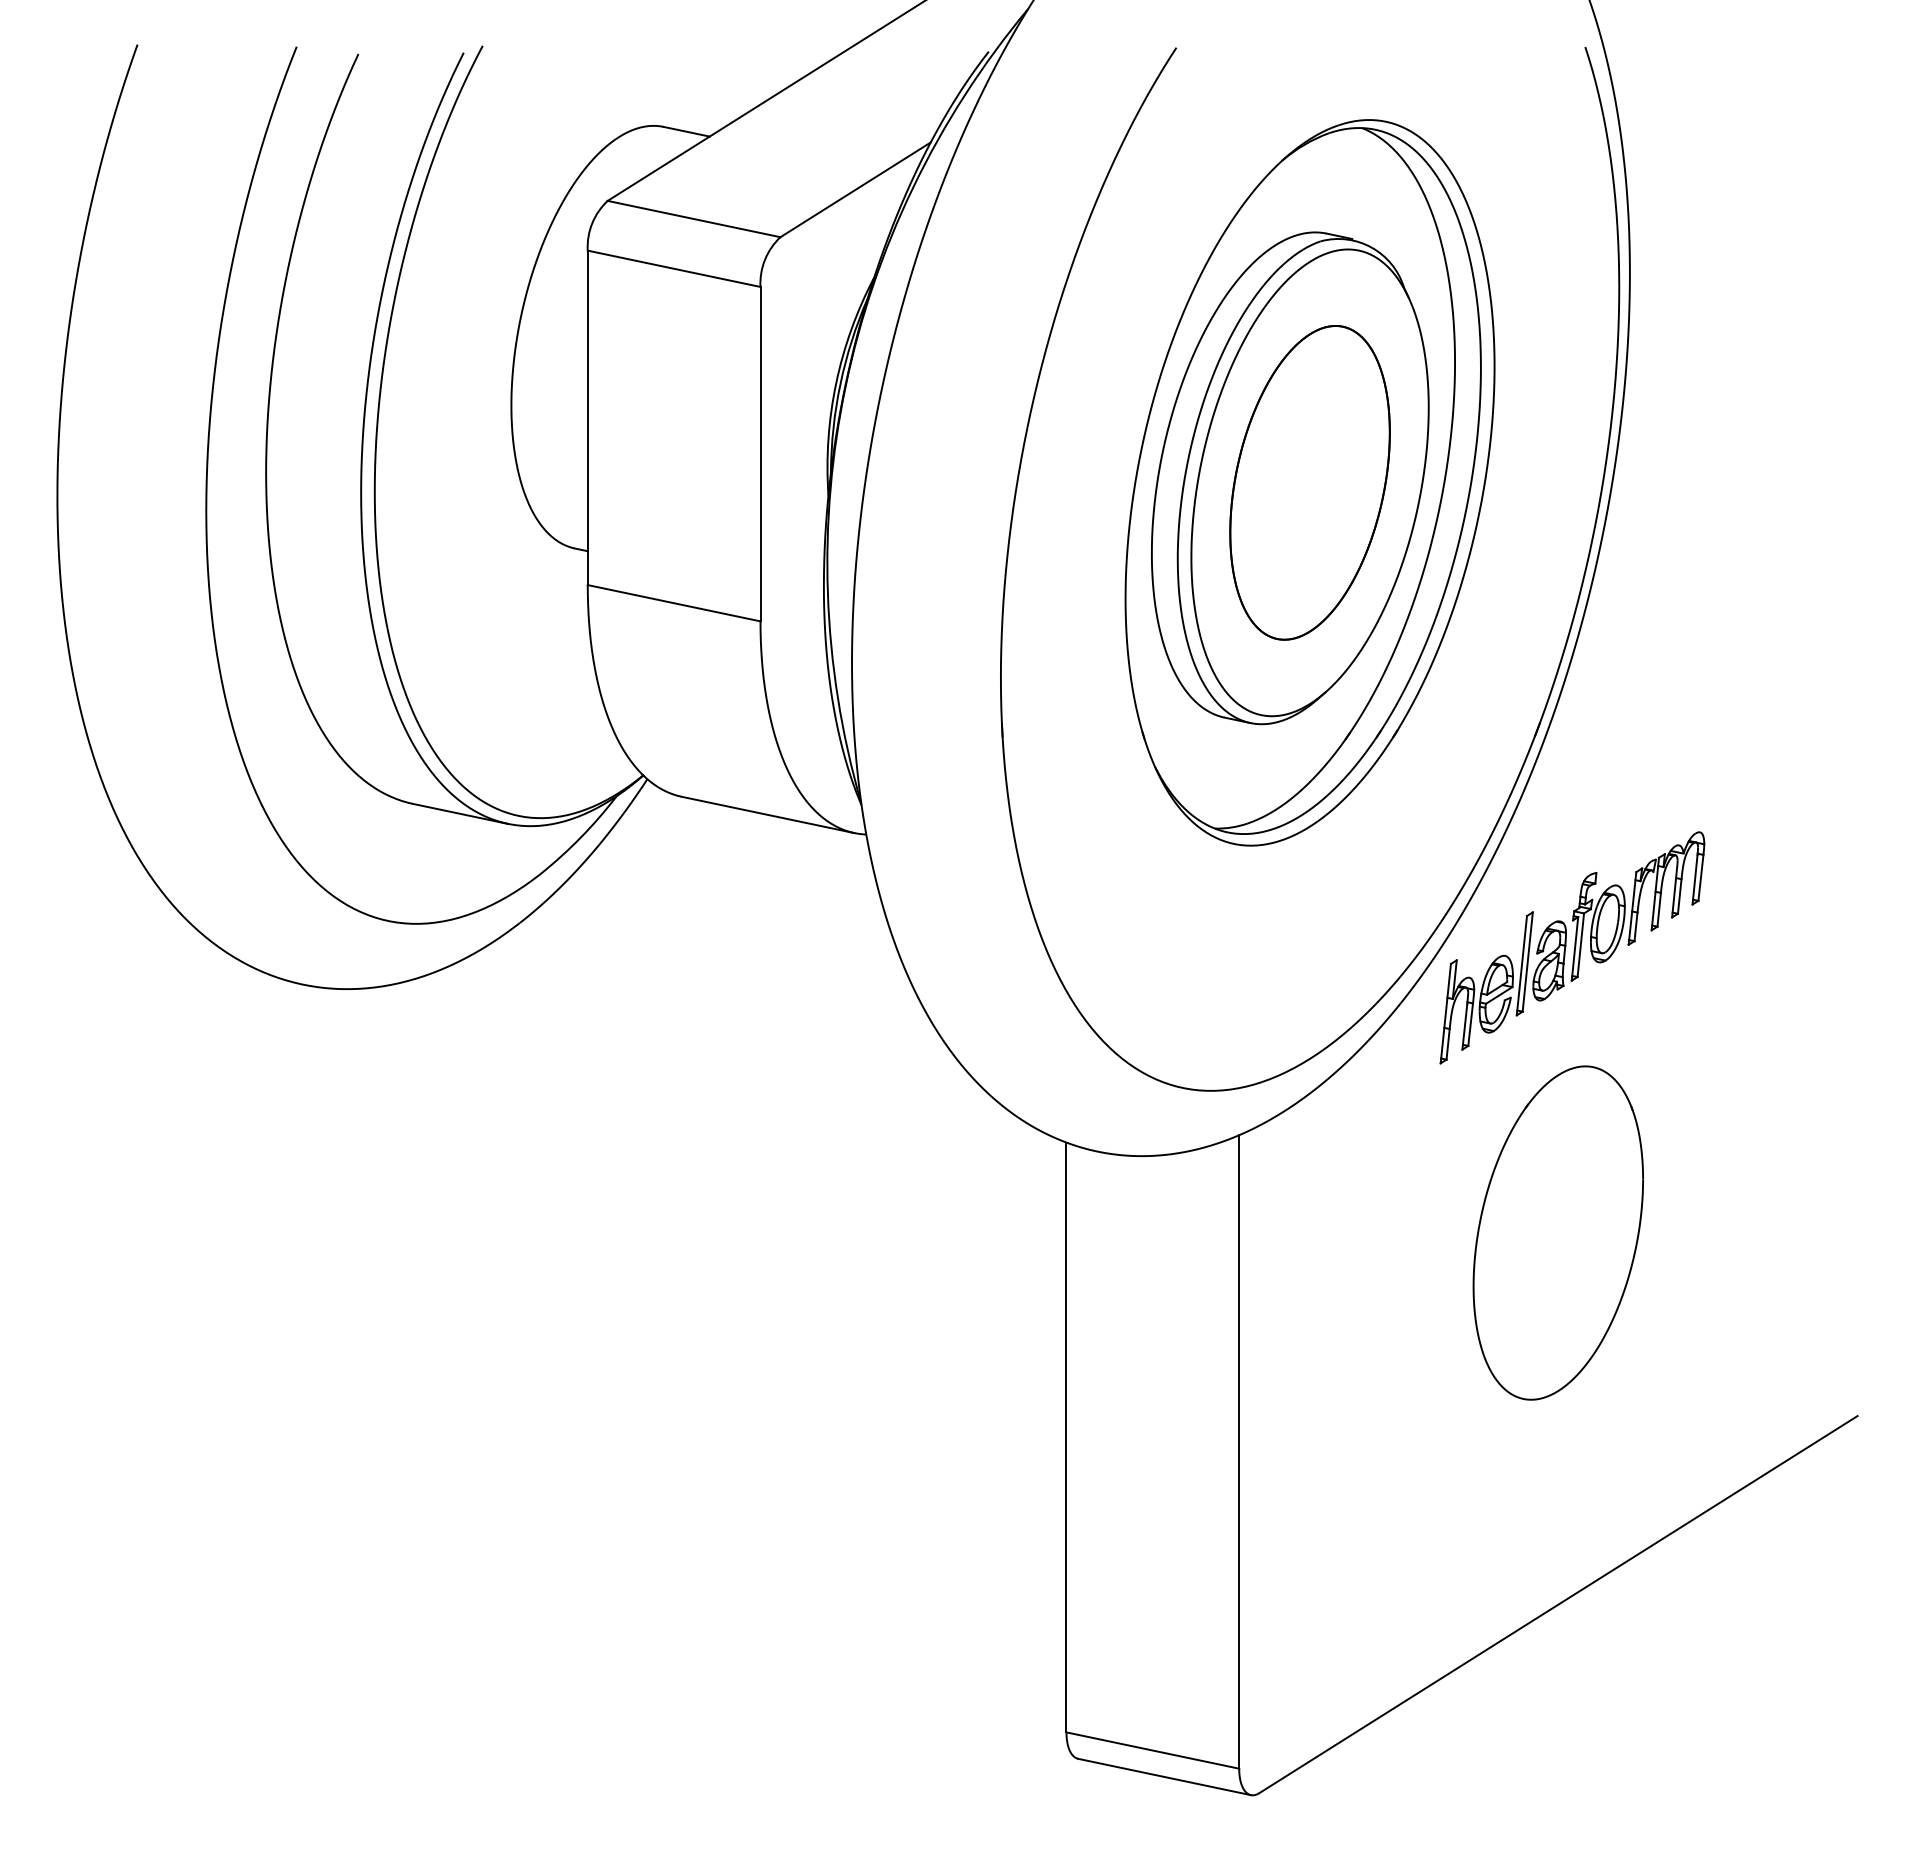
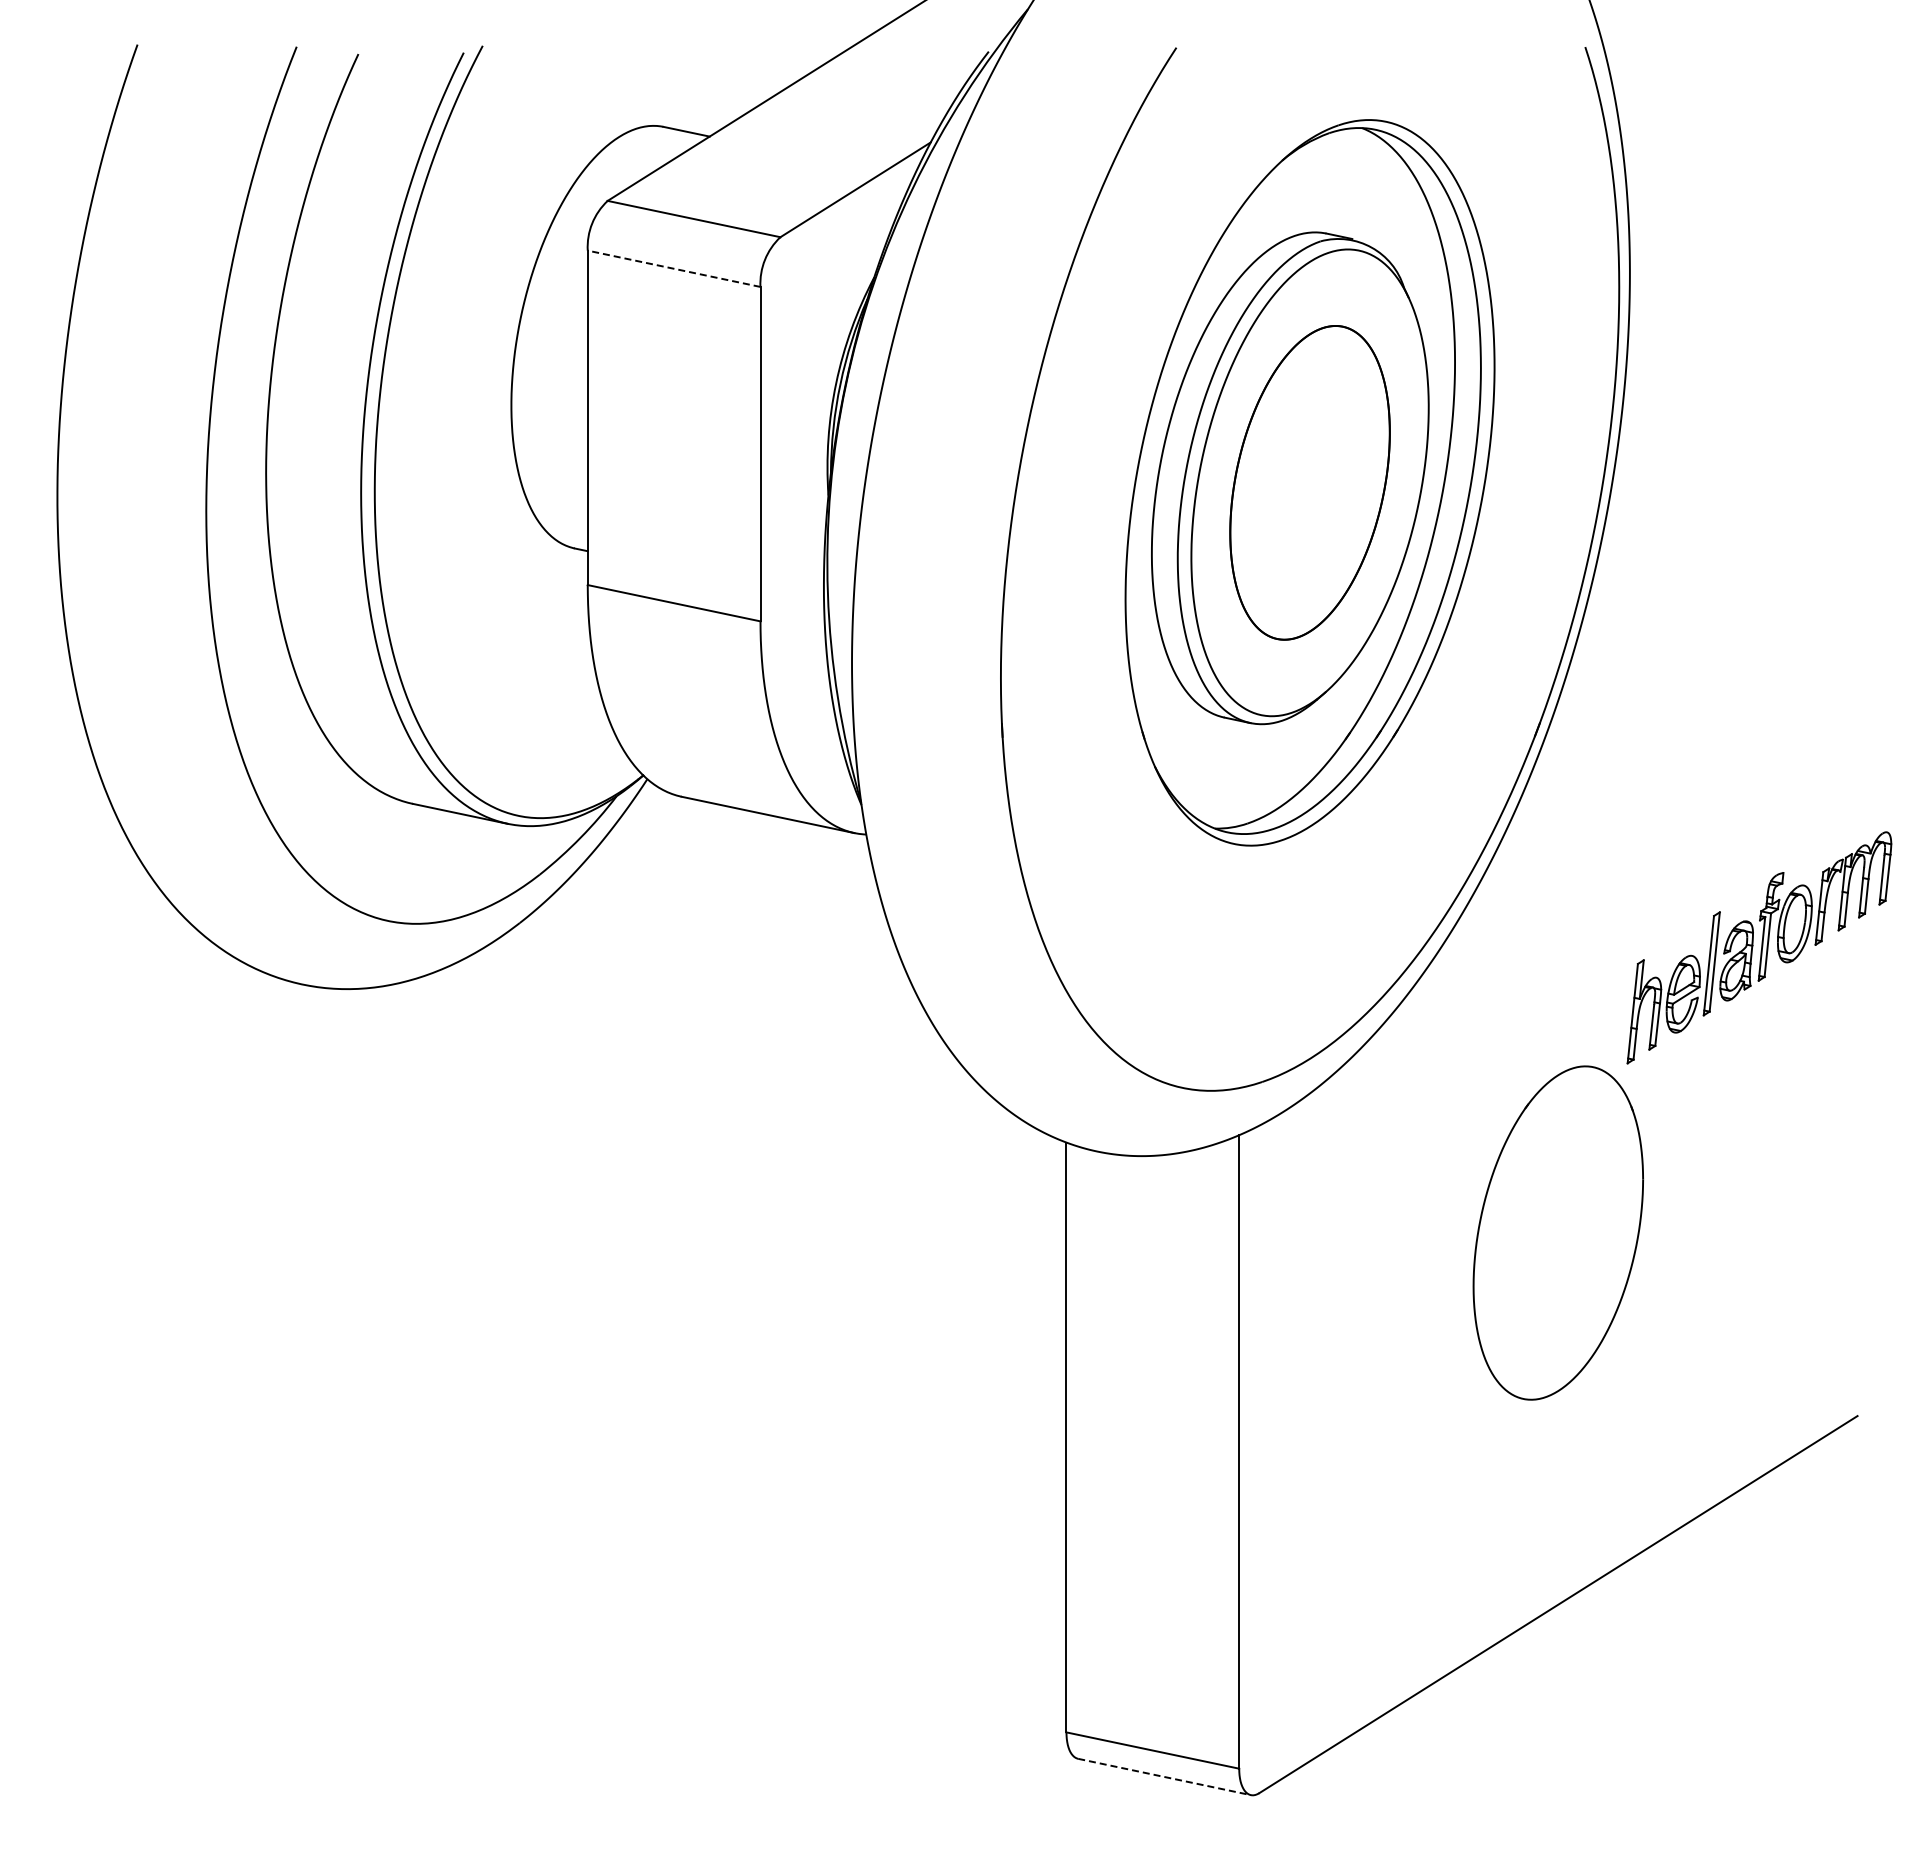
line at (673, 268): solid -> dashed
part at (1572, 947) position: (1572, 947) -> (1759, 947)
line at (1165, 1777): solid -> dashed
